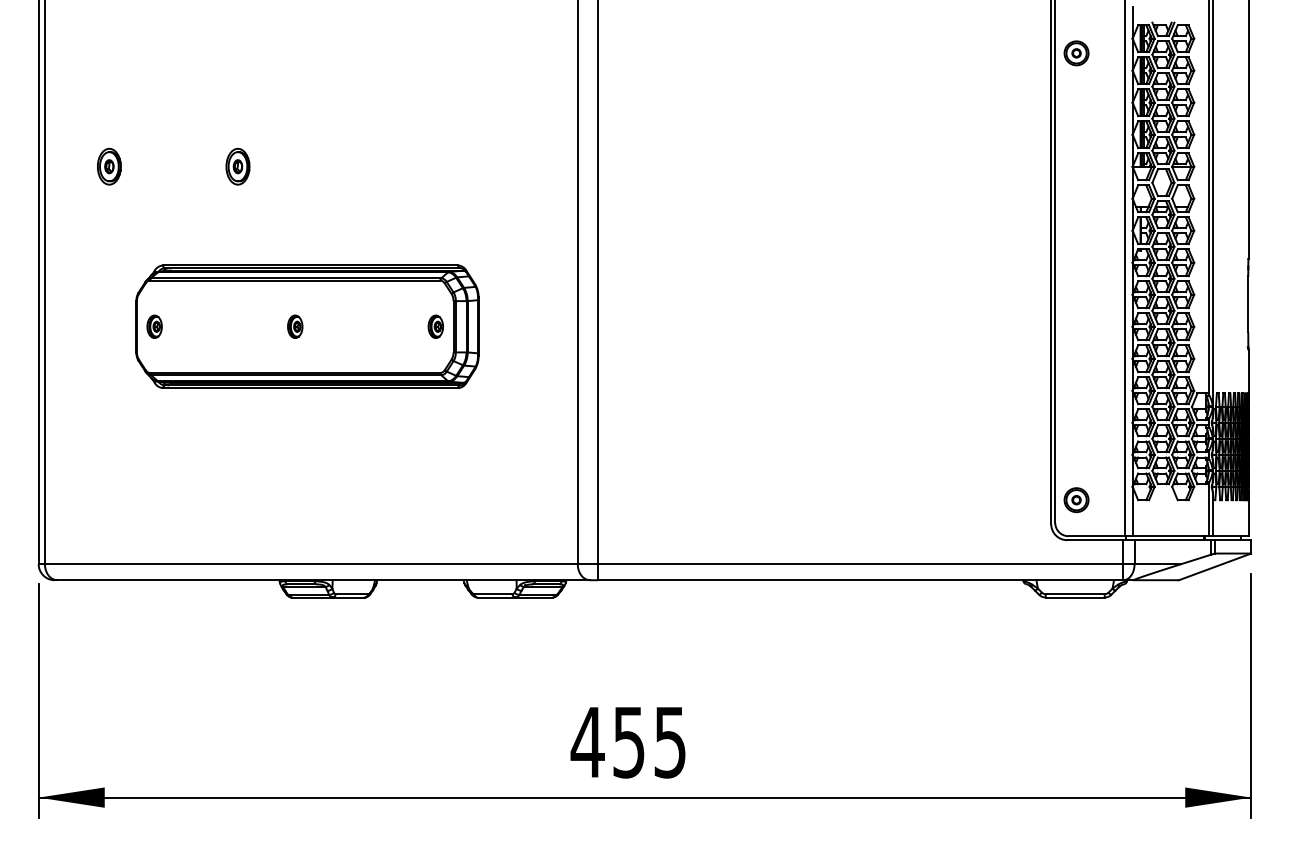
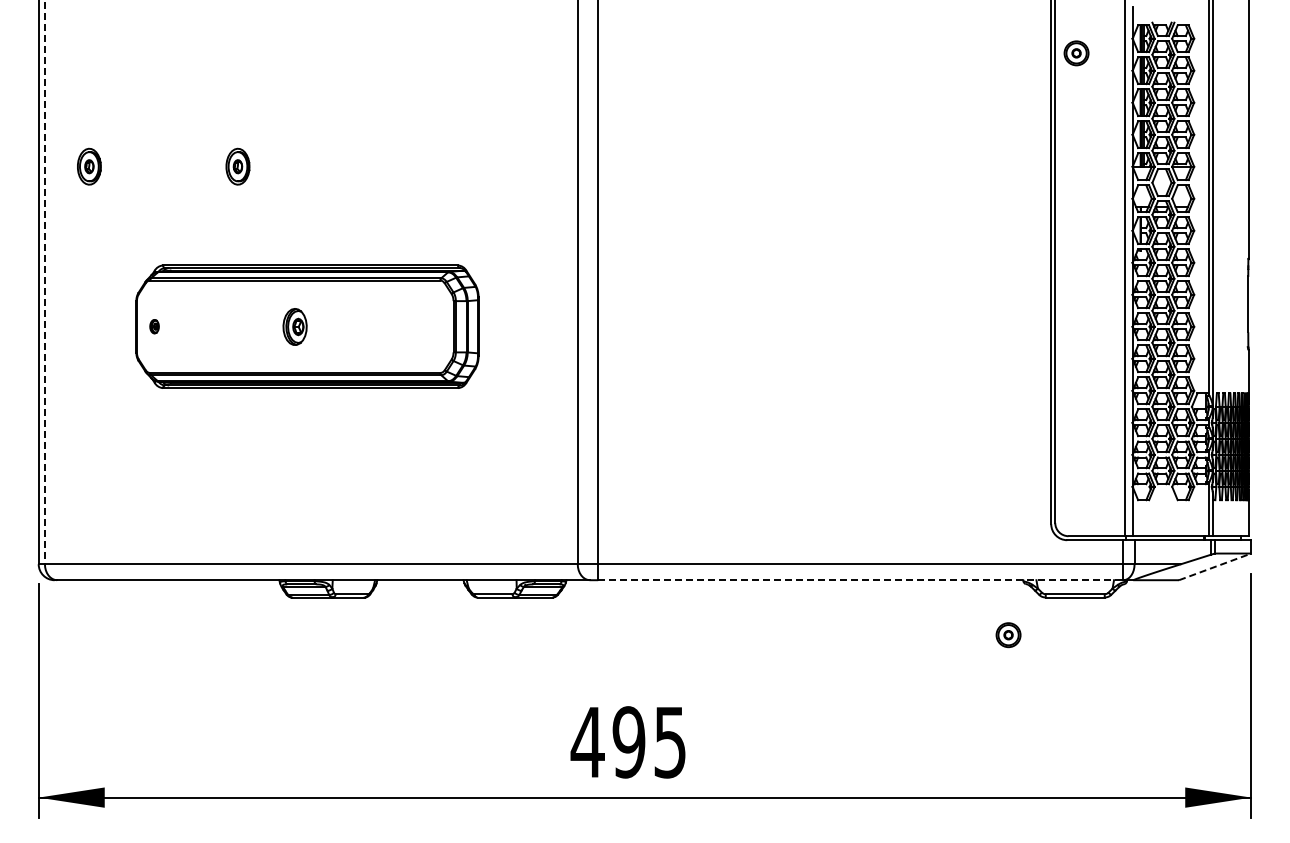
part at (109, 166) position: (109, 166) -> (89, 166)
line at (44, 282): solid -> dashed
part at (154, 326) size: 17x25 px -> 11x16 px
part at (295, 326) size: 17x25 px -> 26x38 px
part at (435, 326): present -> none
part at (1076, 500) position: (1076, 500) -> (1008, 635)
line at (1215, 566): solid -> dashed
line at (860, 580): solid -> dashed
text at (628, 742): 455 -> 495
